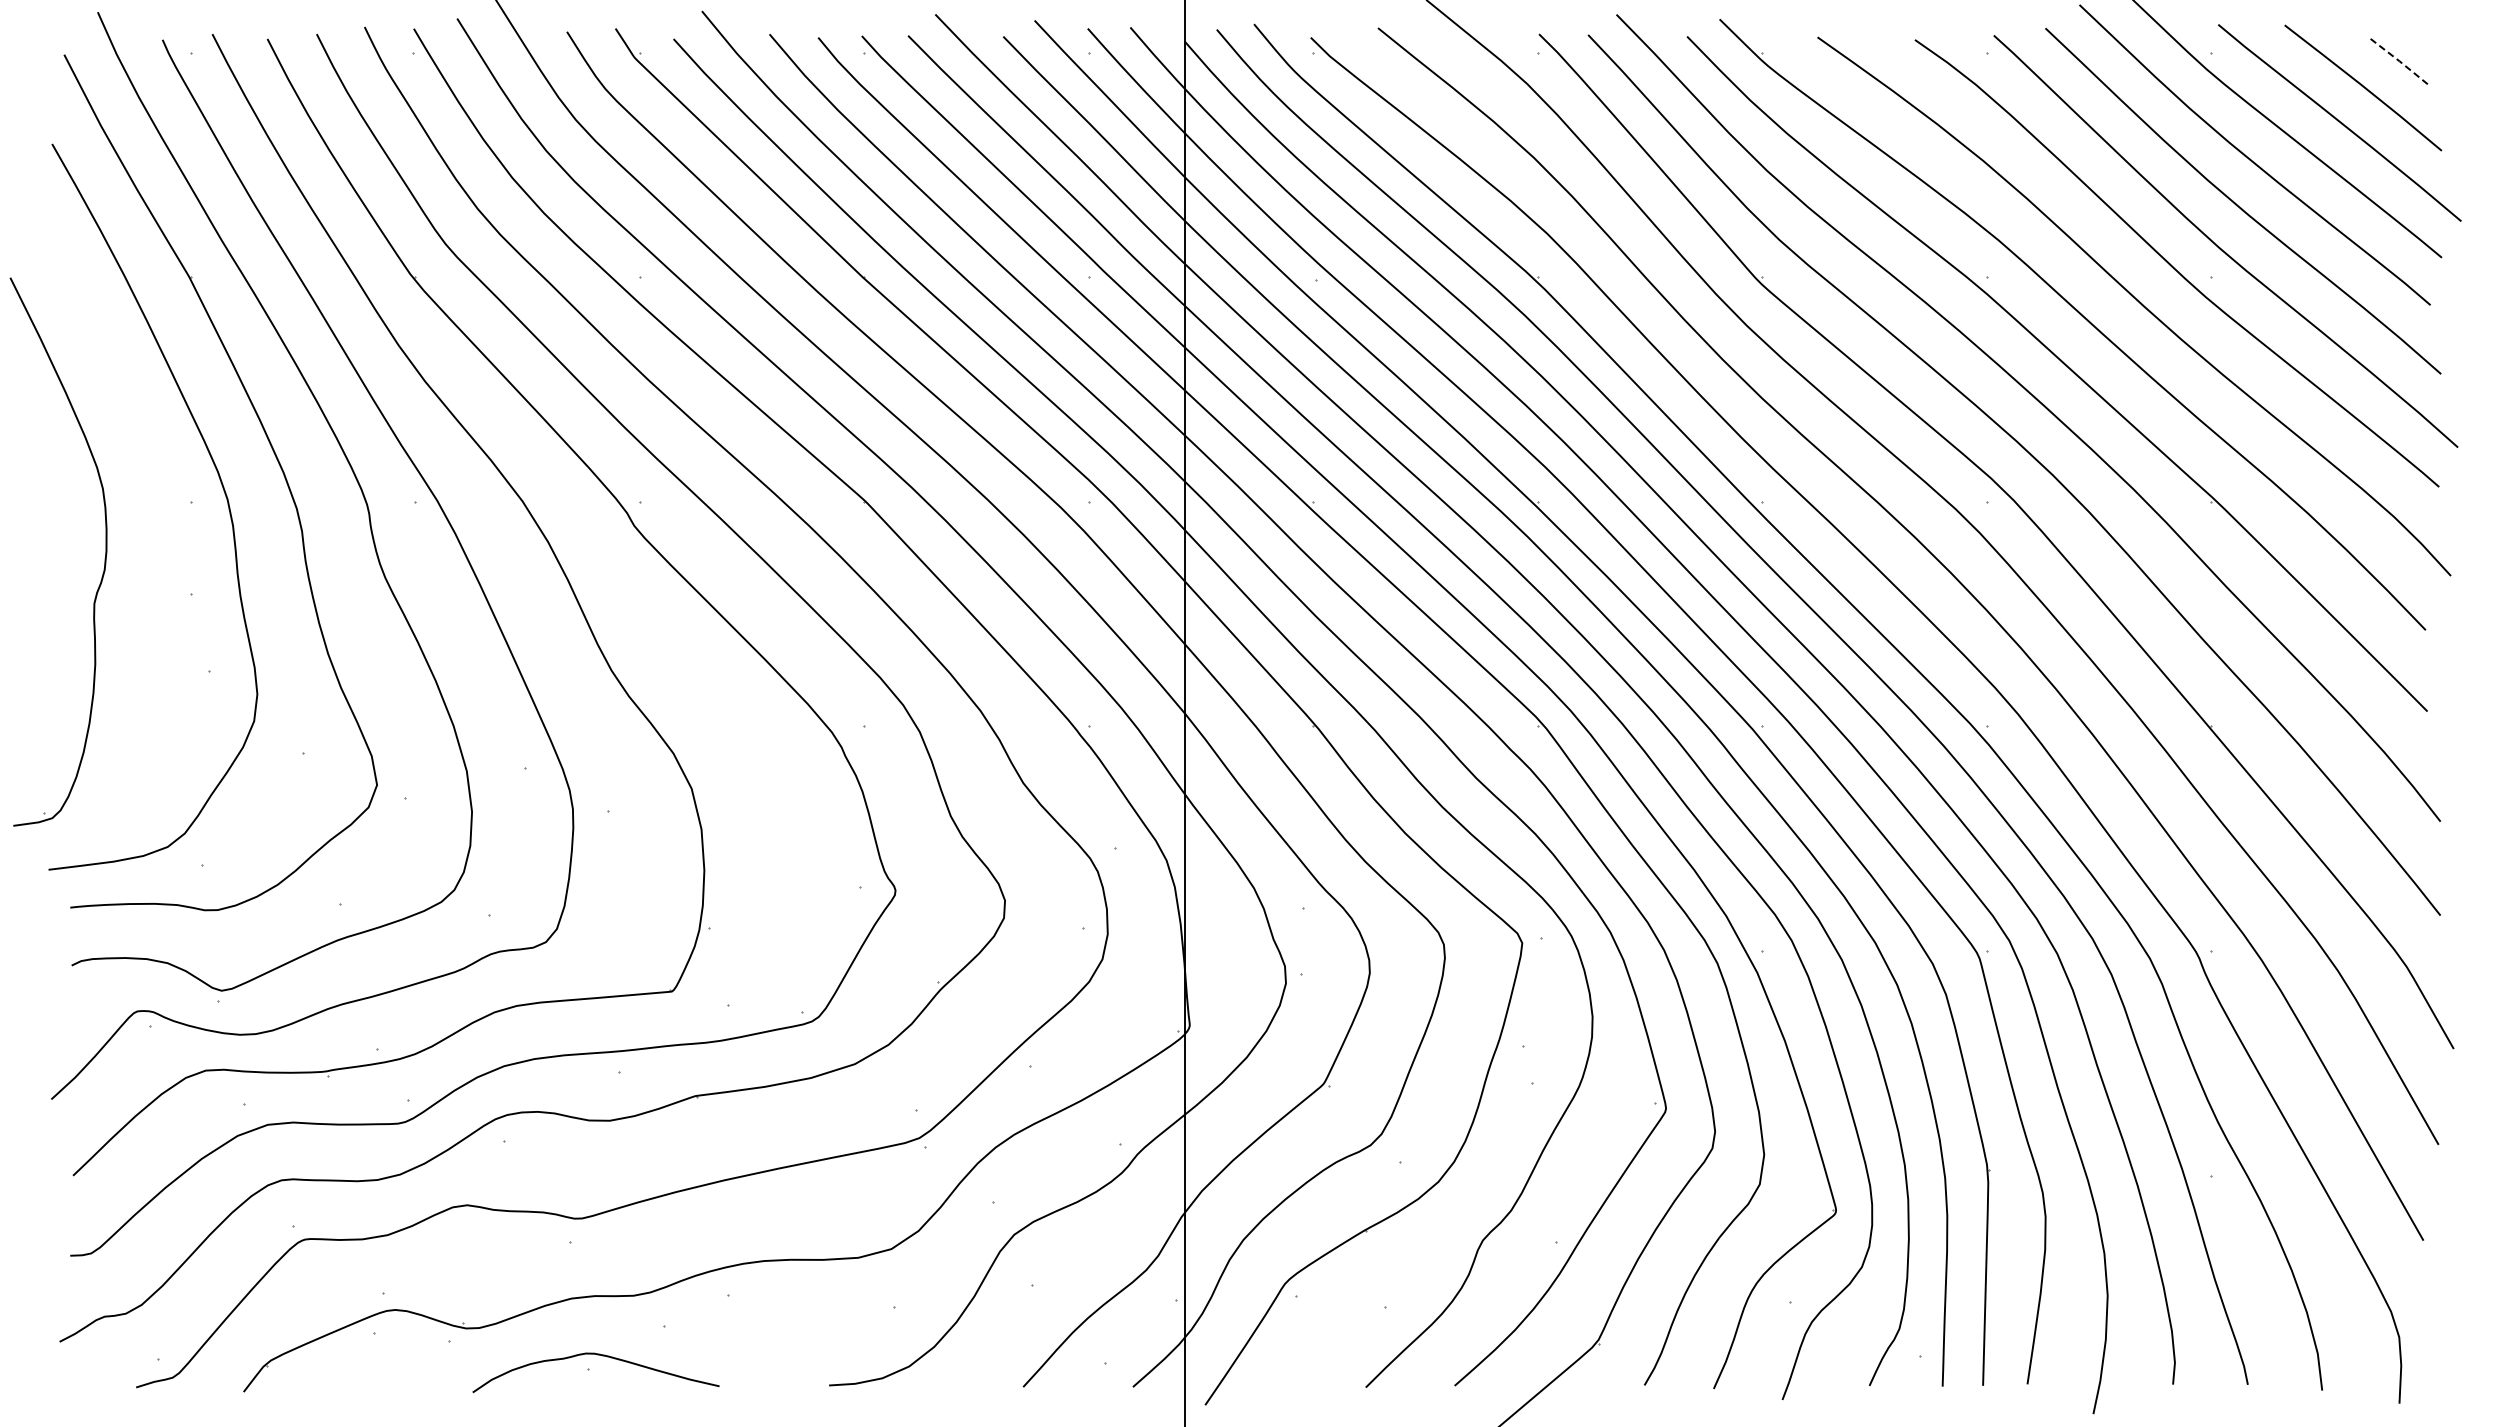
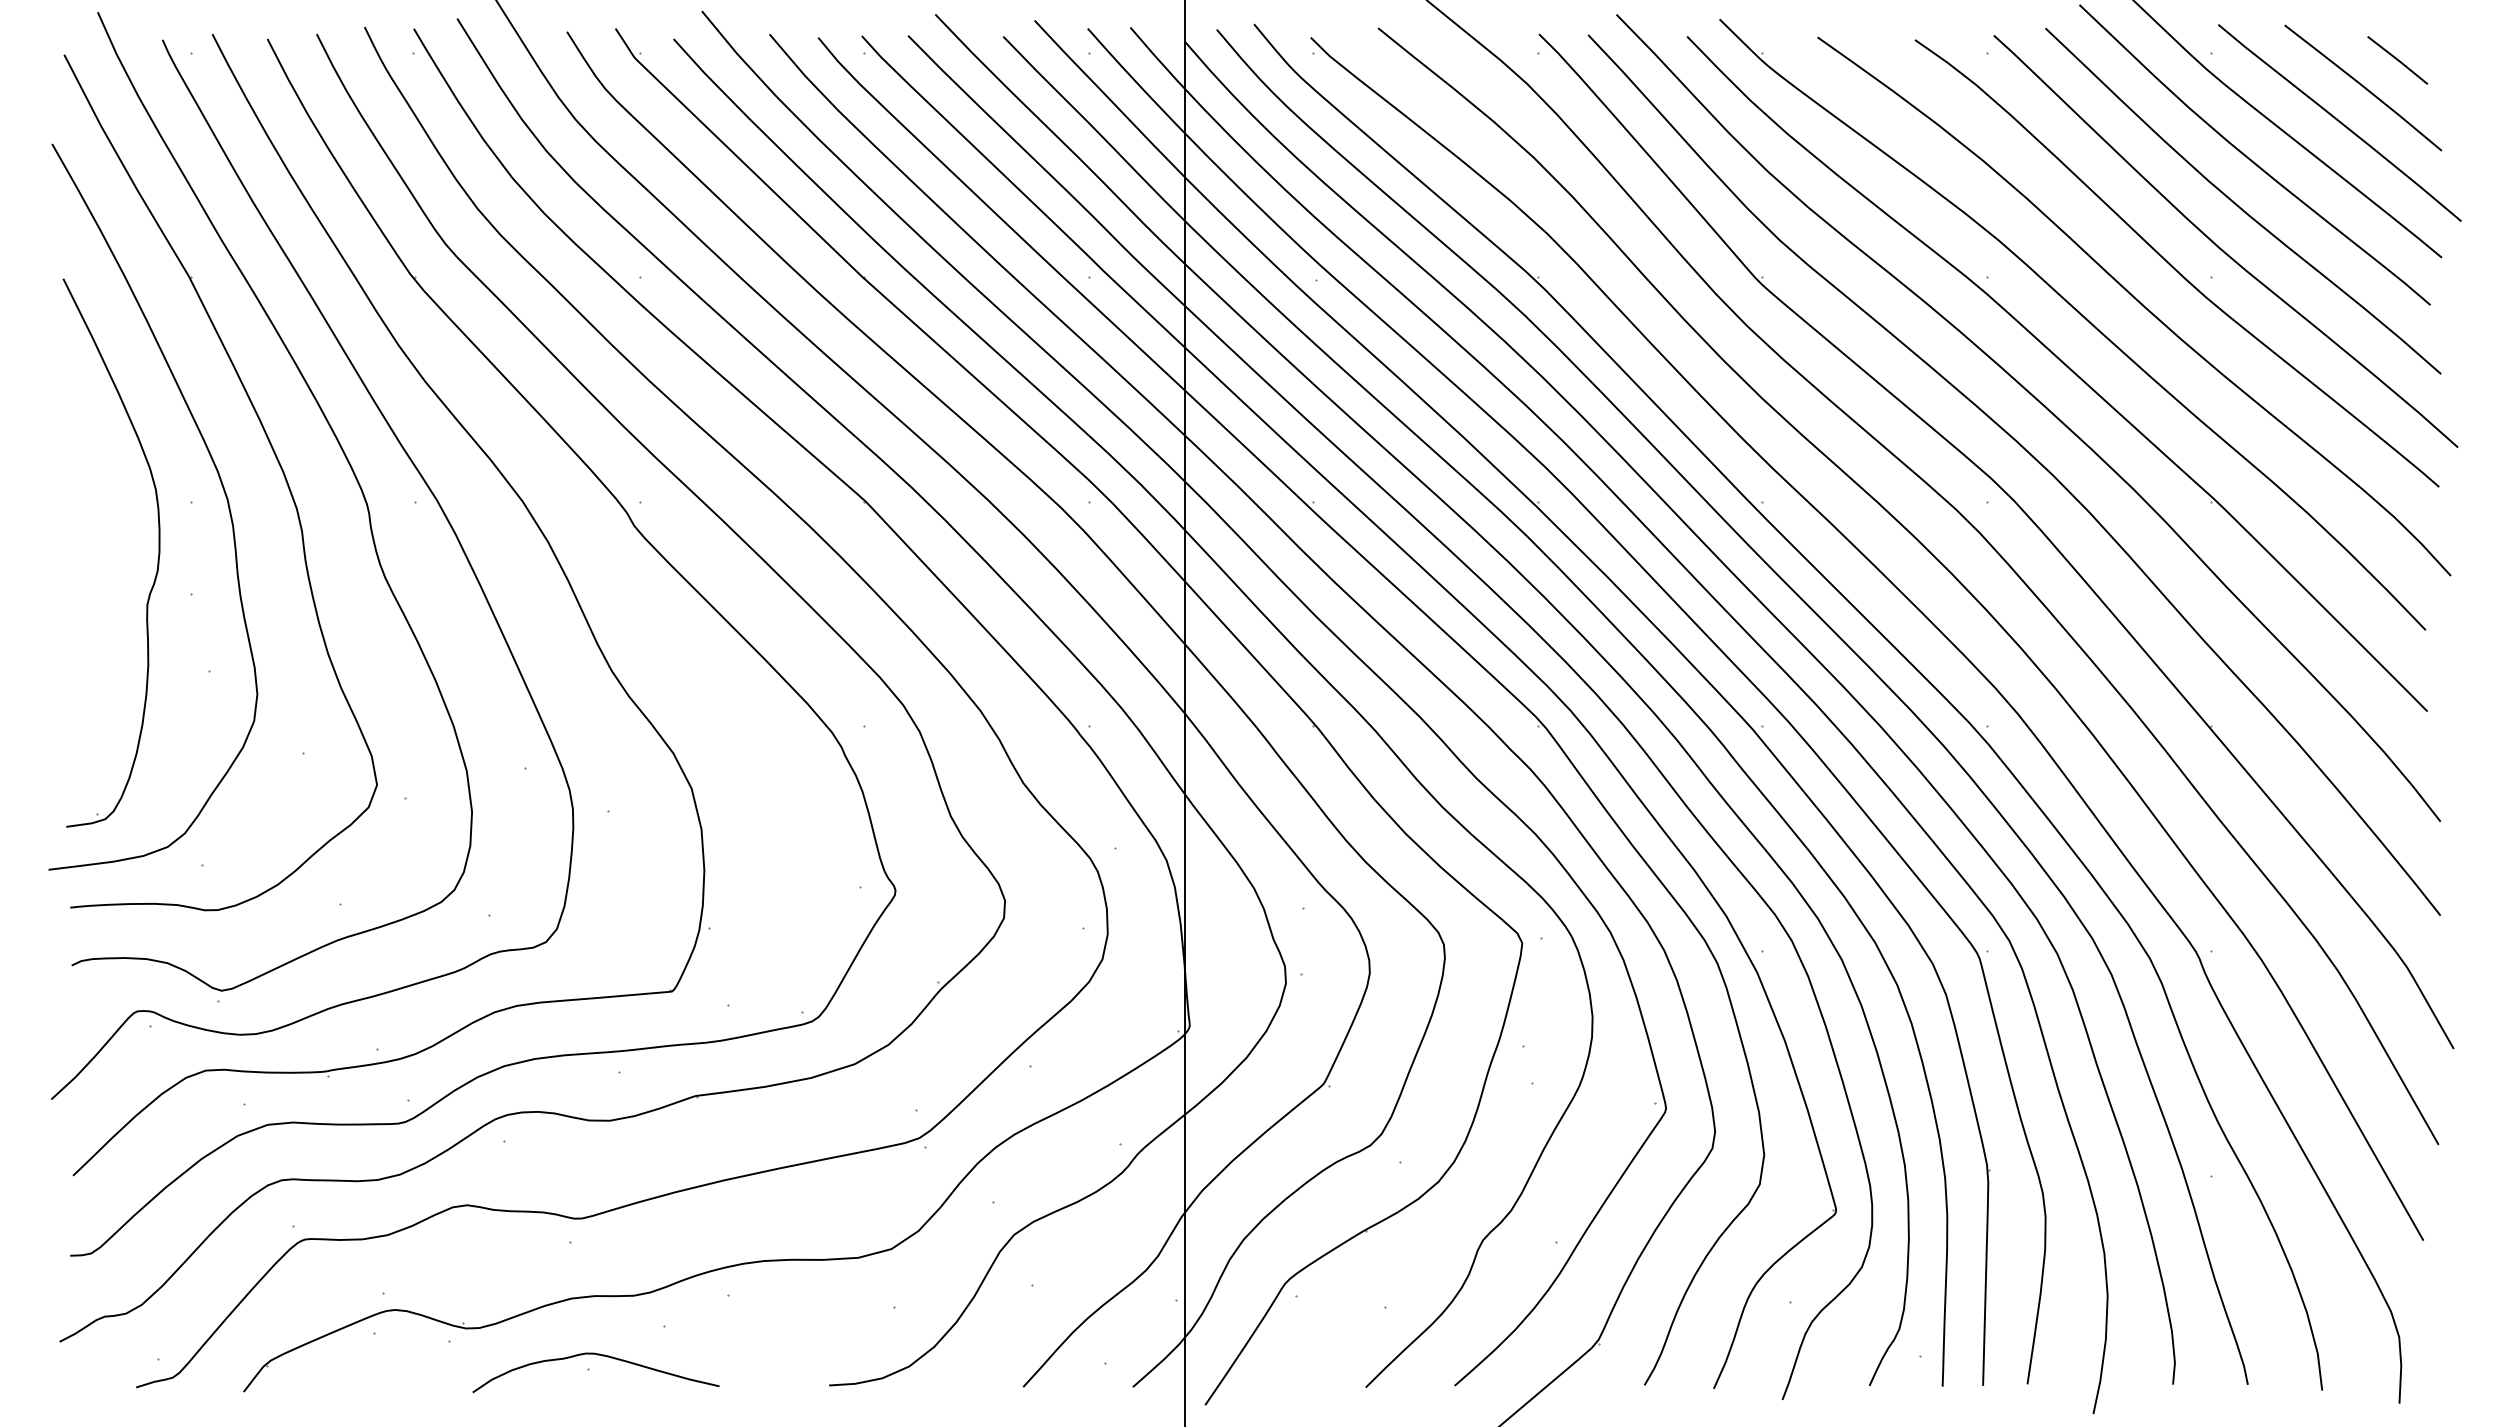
line at (2398, 60): dashed -> solid
part at (104, 558) position: (104, 558) -> (157, 559)
